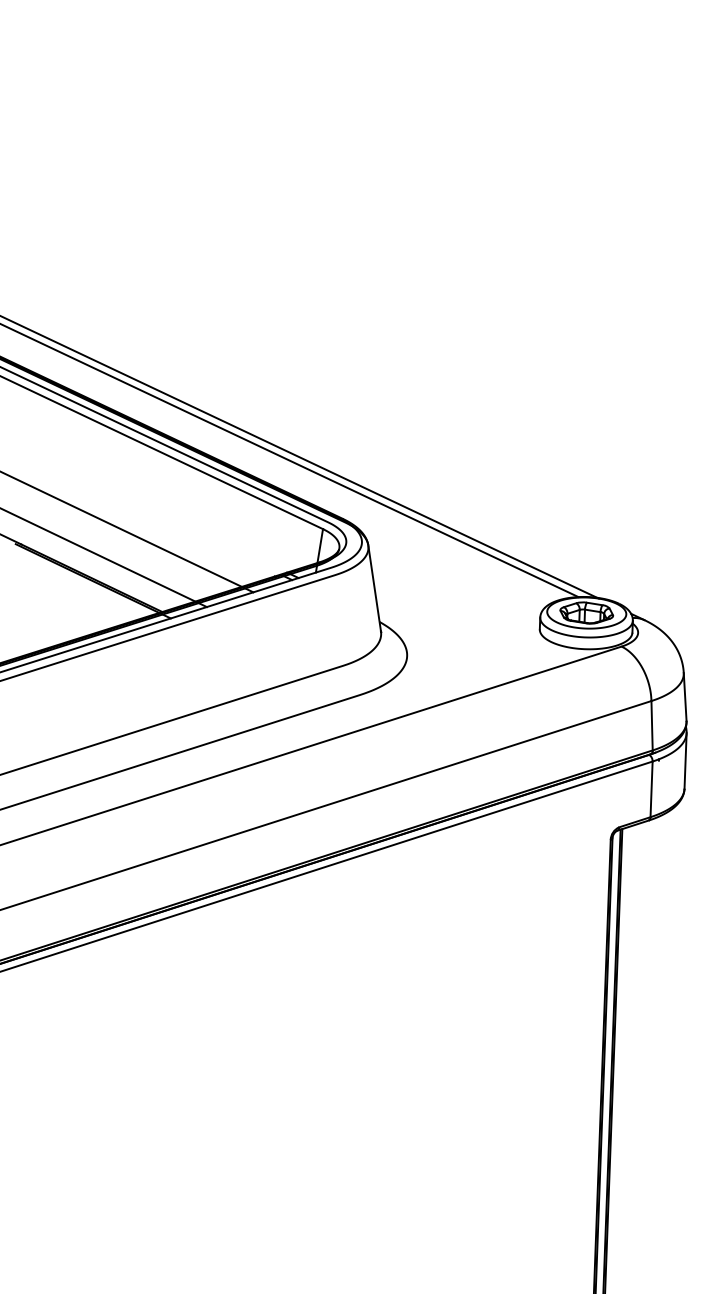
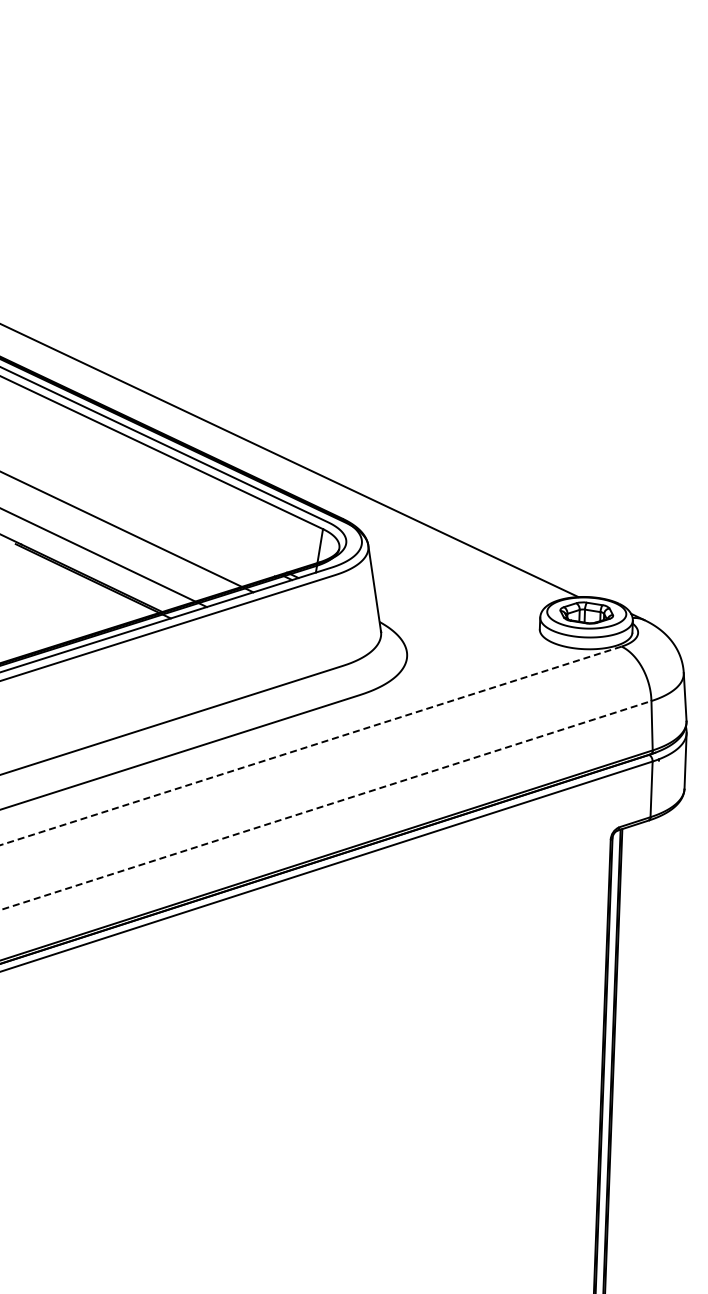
line at (300, 457): present -> none
line at (311, 745): solid -> dashed
line at (325, 805): solid -> dashed
